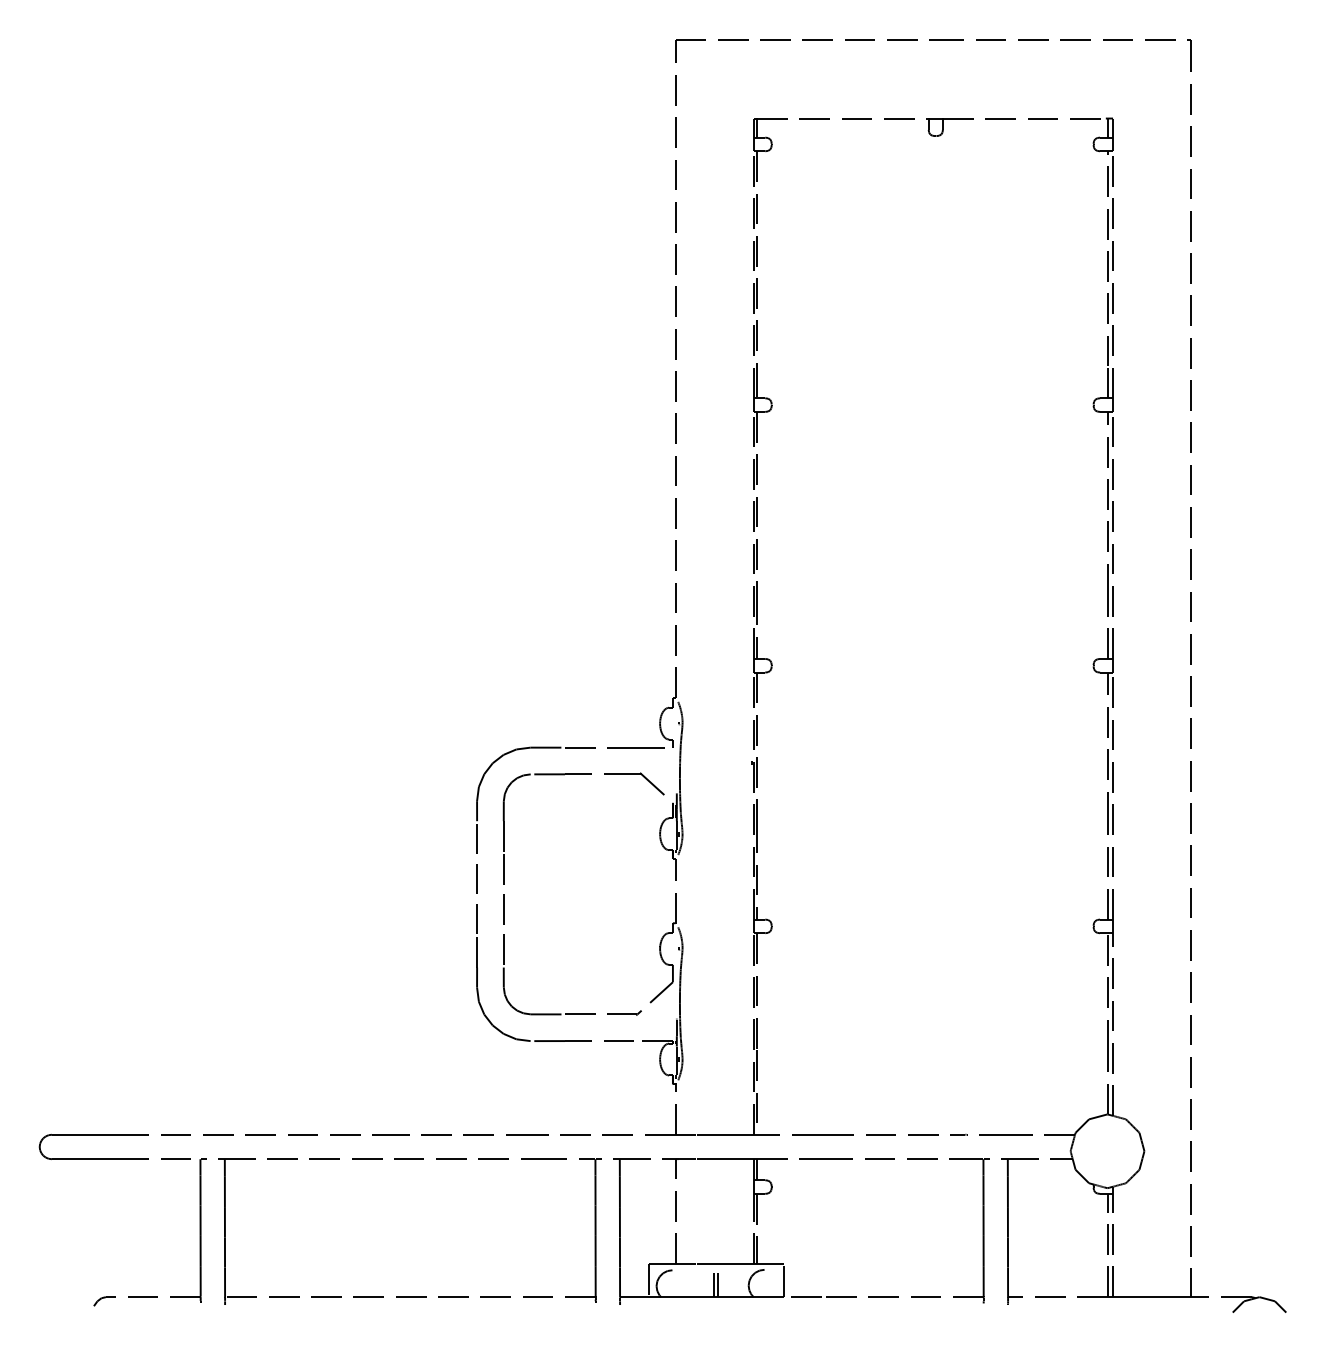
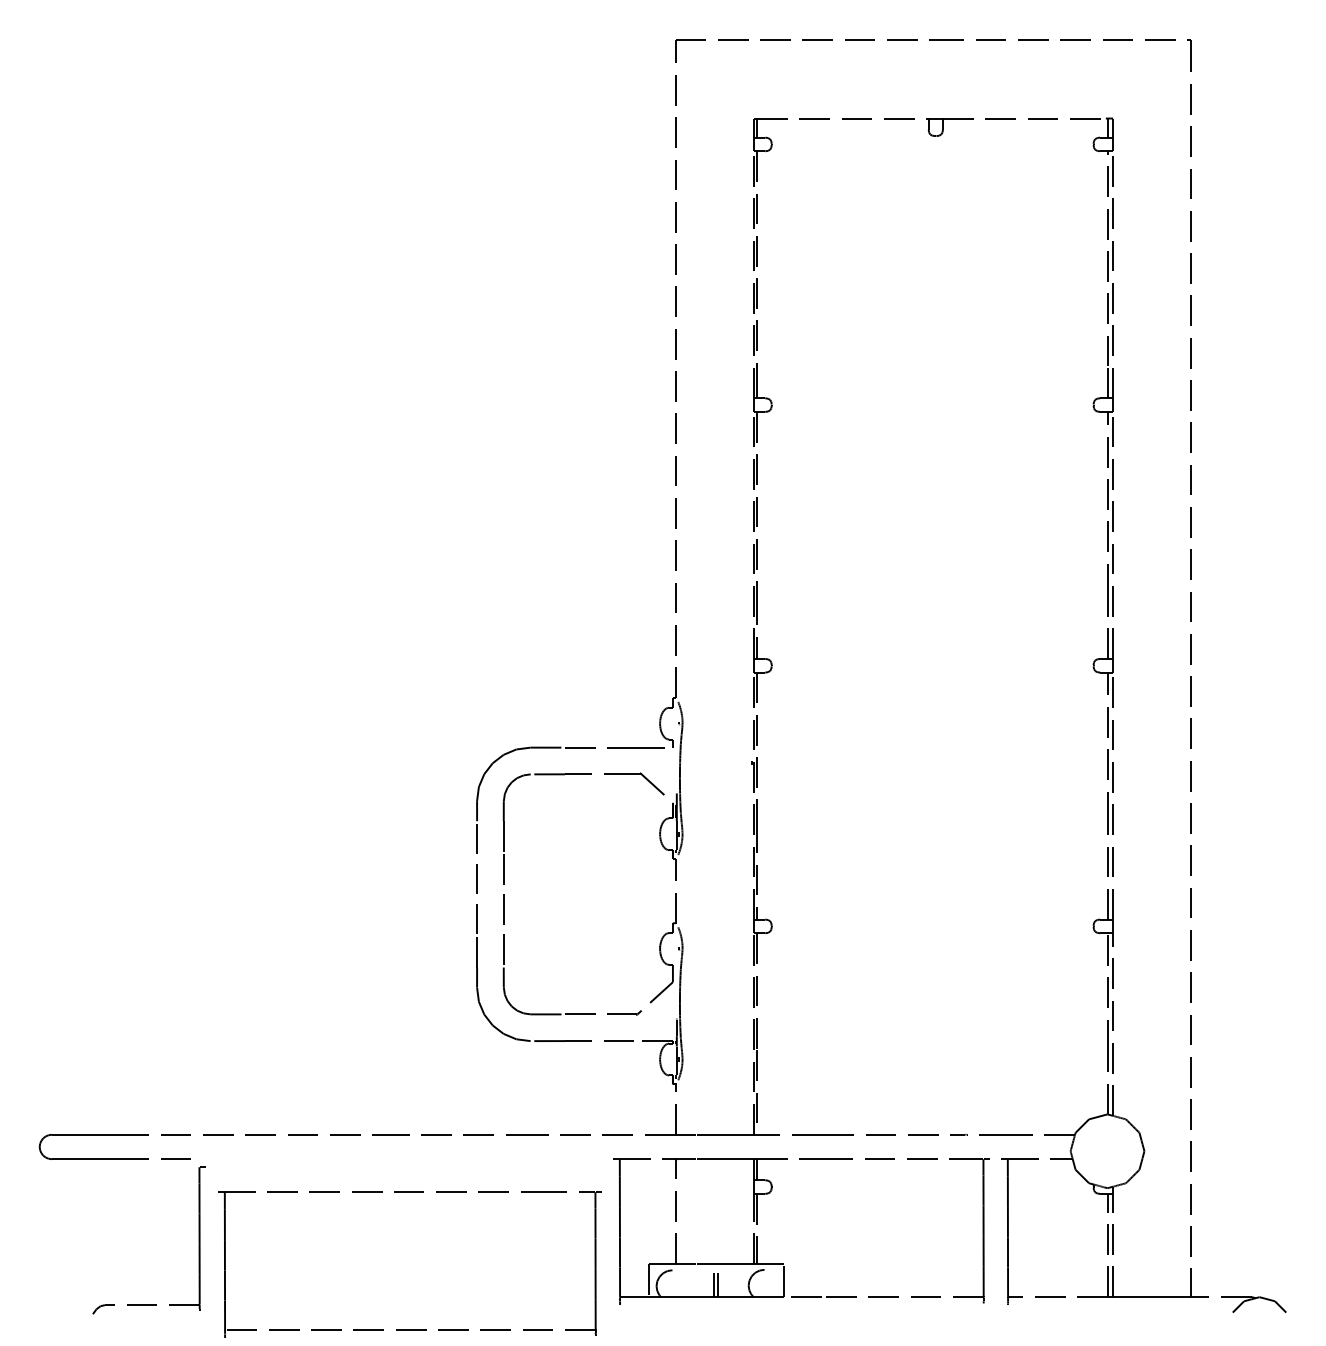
part at (199, 1232) position: (199, 1232) -> (198, 1240)
part at (409, 1296) position: (409, 1296) -> (409, 1329)
